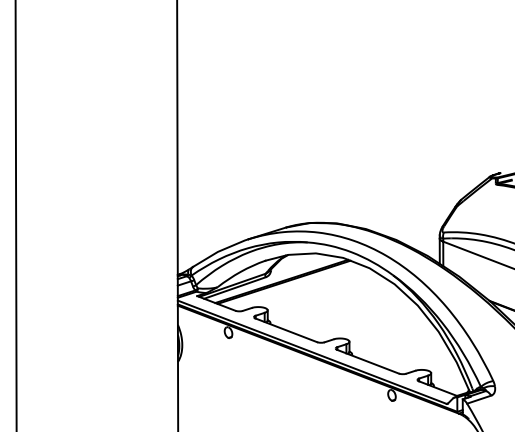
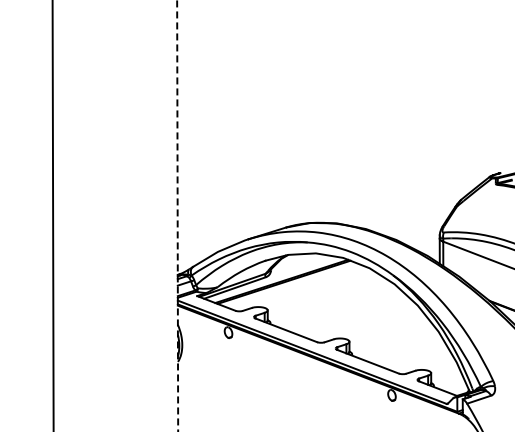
line at (15, 215) position: (15, 215) -> (52, 215)
line at (177, 215): solid -> dashed
